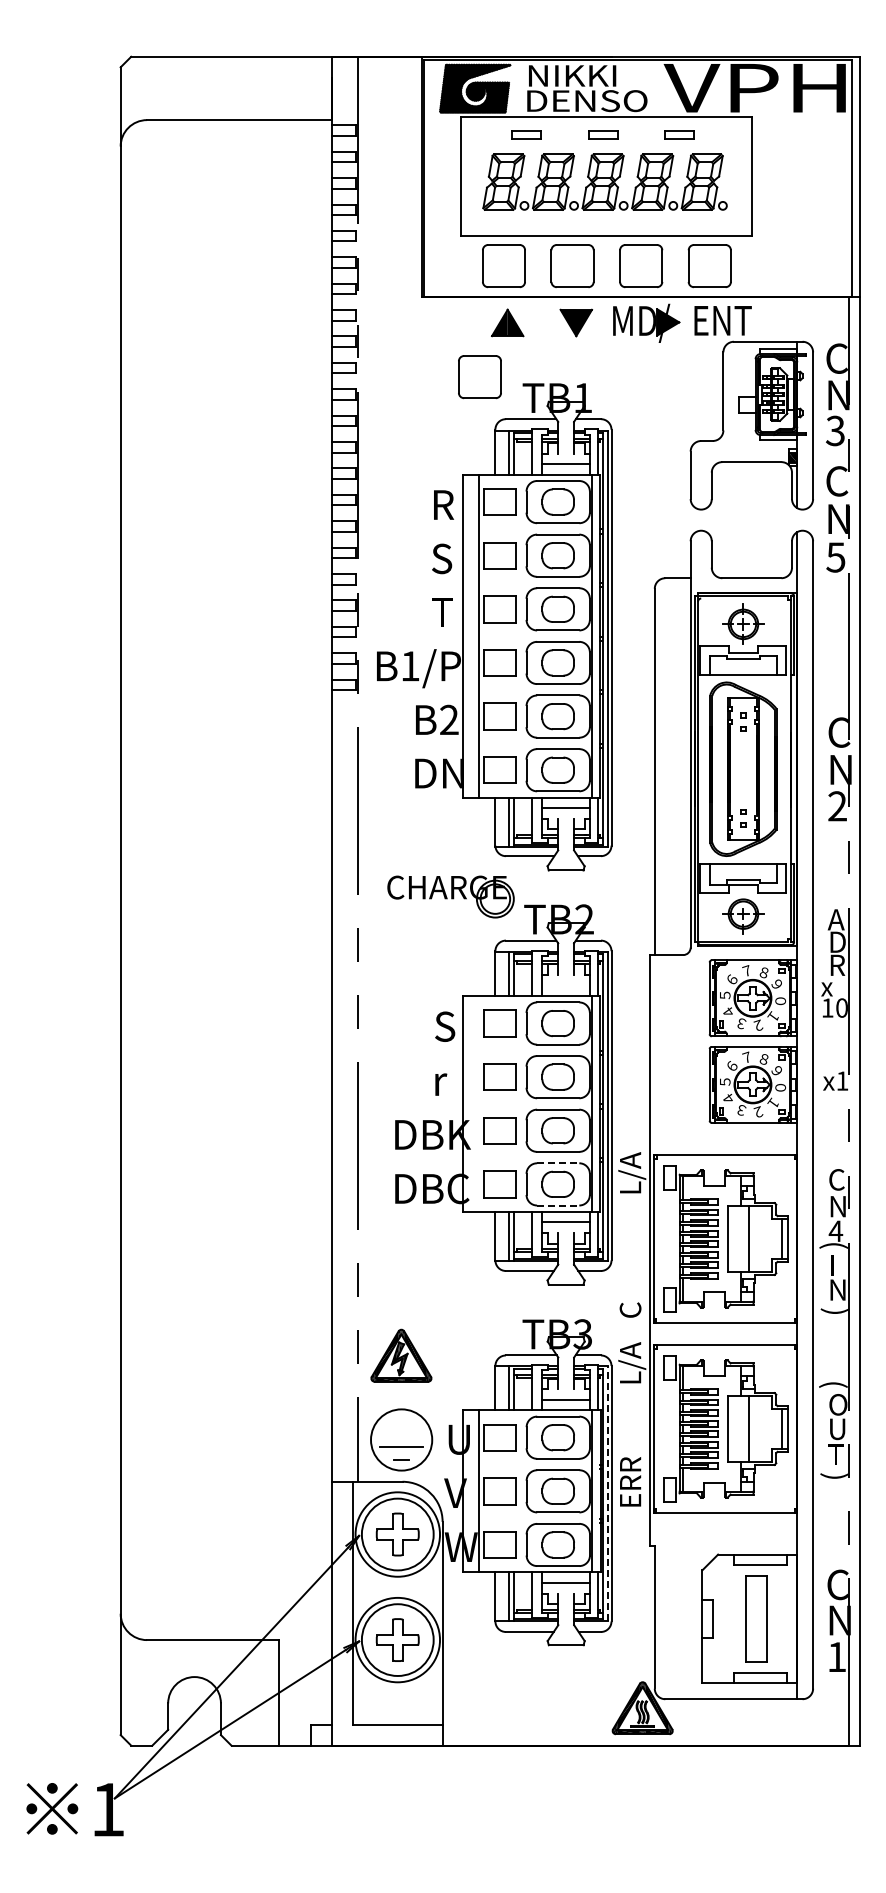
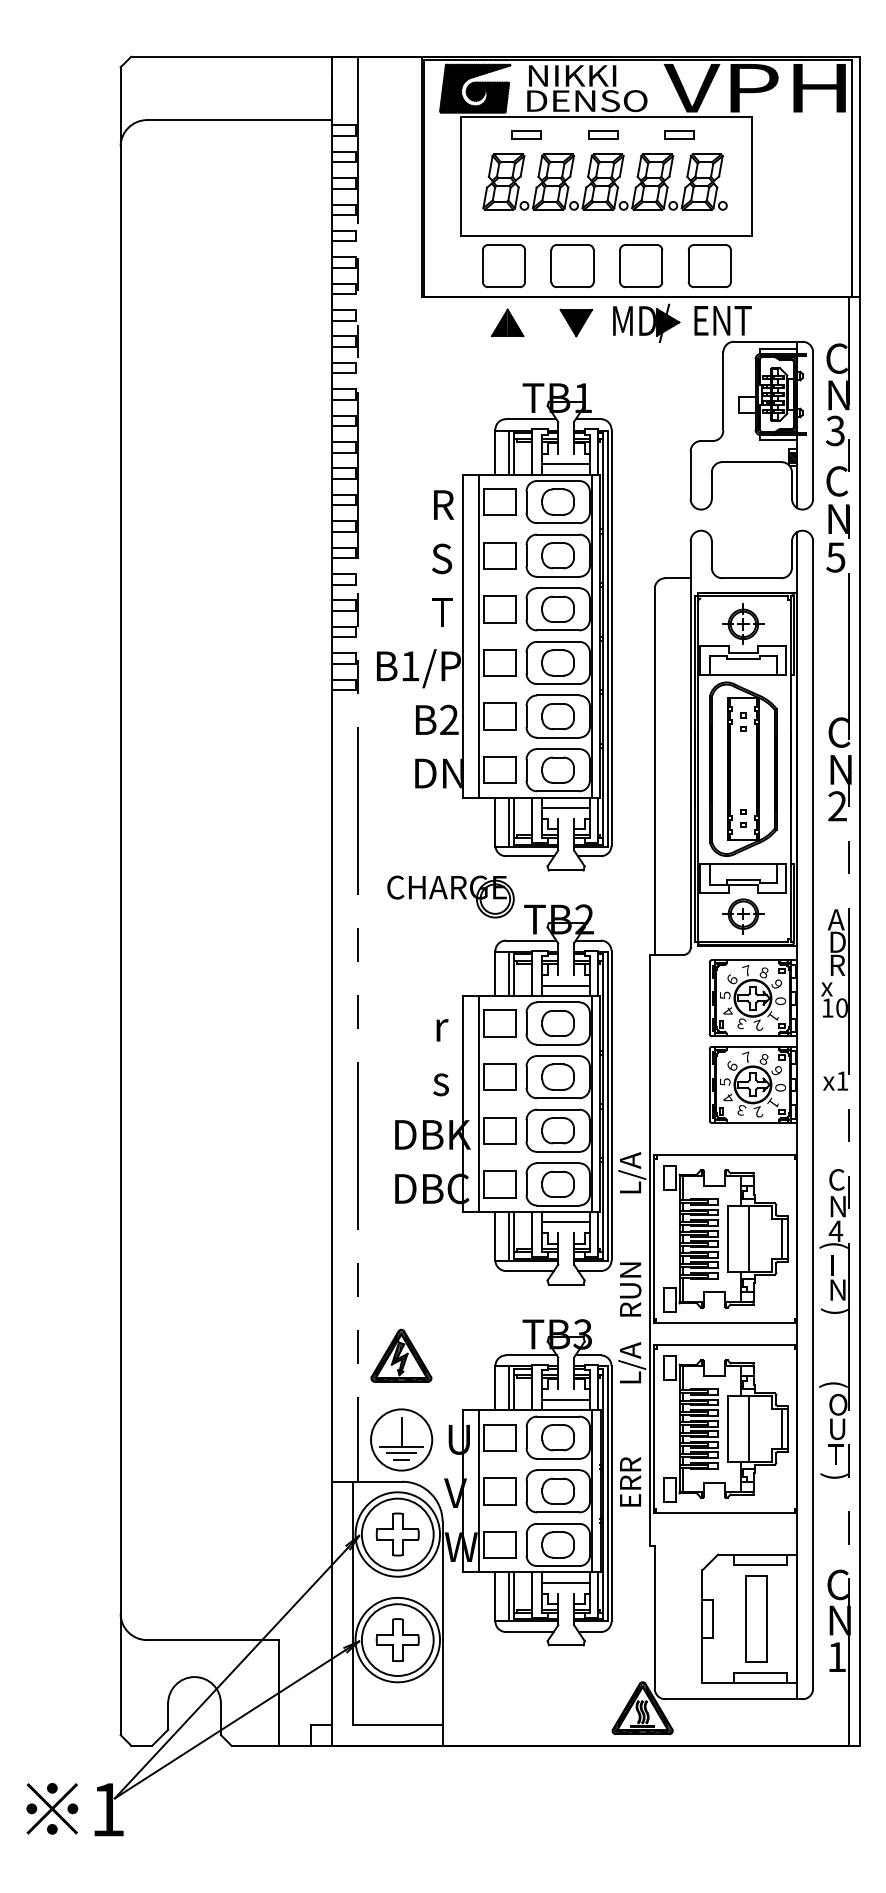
part at (479, 377): present -> none
line at (565, 985): none -> present
text at (445, 1026): S -> r
text at (440, 1084): r -> s
line at (479, 1103): none -> present
line at (558, 1163): dashed -> solid
line at (558, 1205): dashed -> solid
text at (630, 1289): C -> RUN
line at (401, 1432): none -> present
line at (401, 1453): none -> present
line at (607, 1493): dashed -> solid
